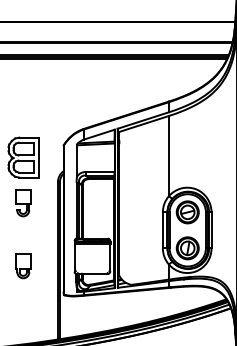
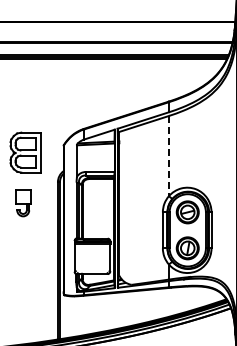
line at (168, 156): solid -> dashed
part at (23, 157) position: (23, 157) -> (25, 152)
part at (23, 266): present -> none
